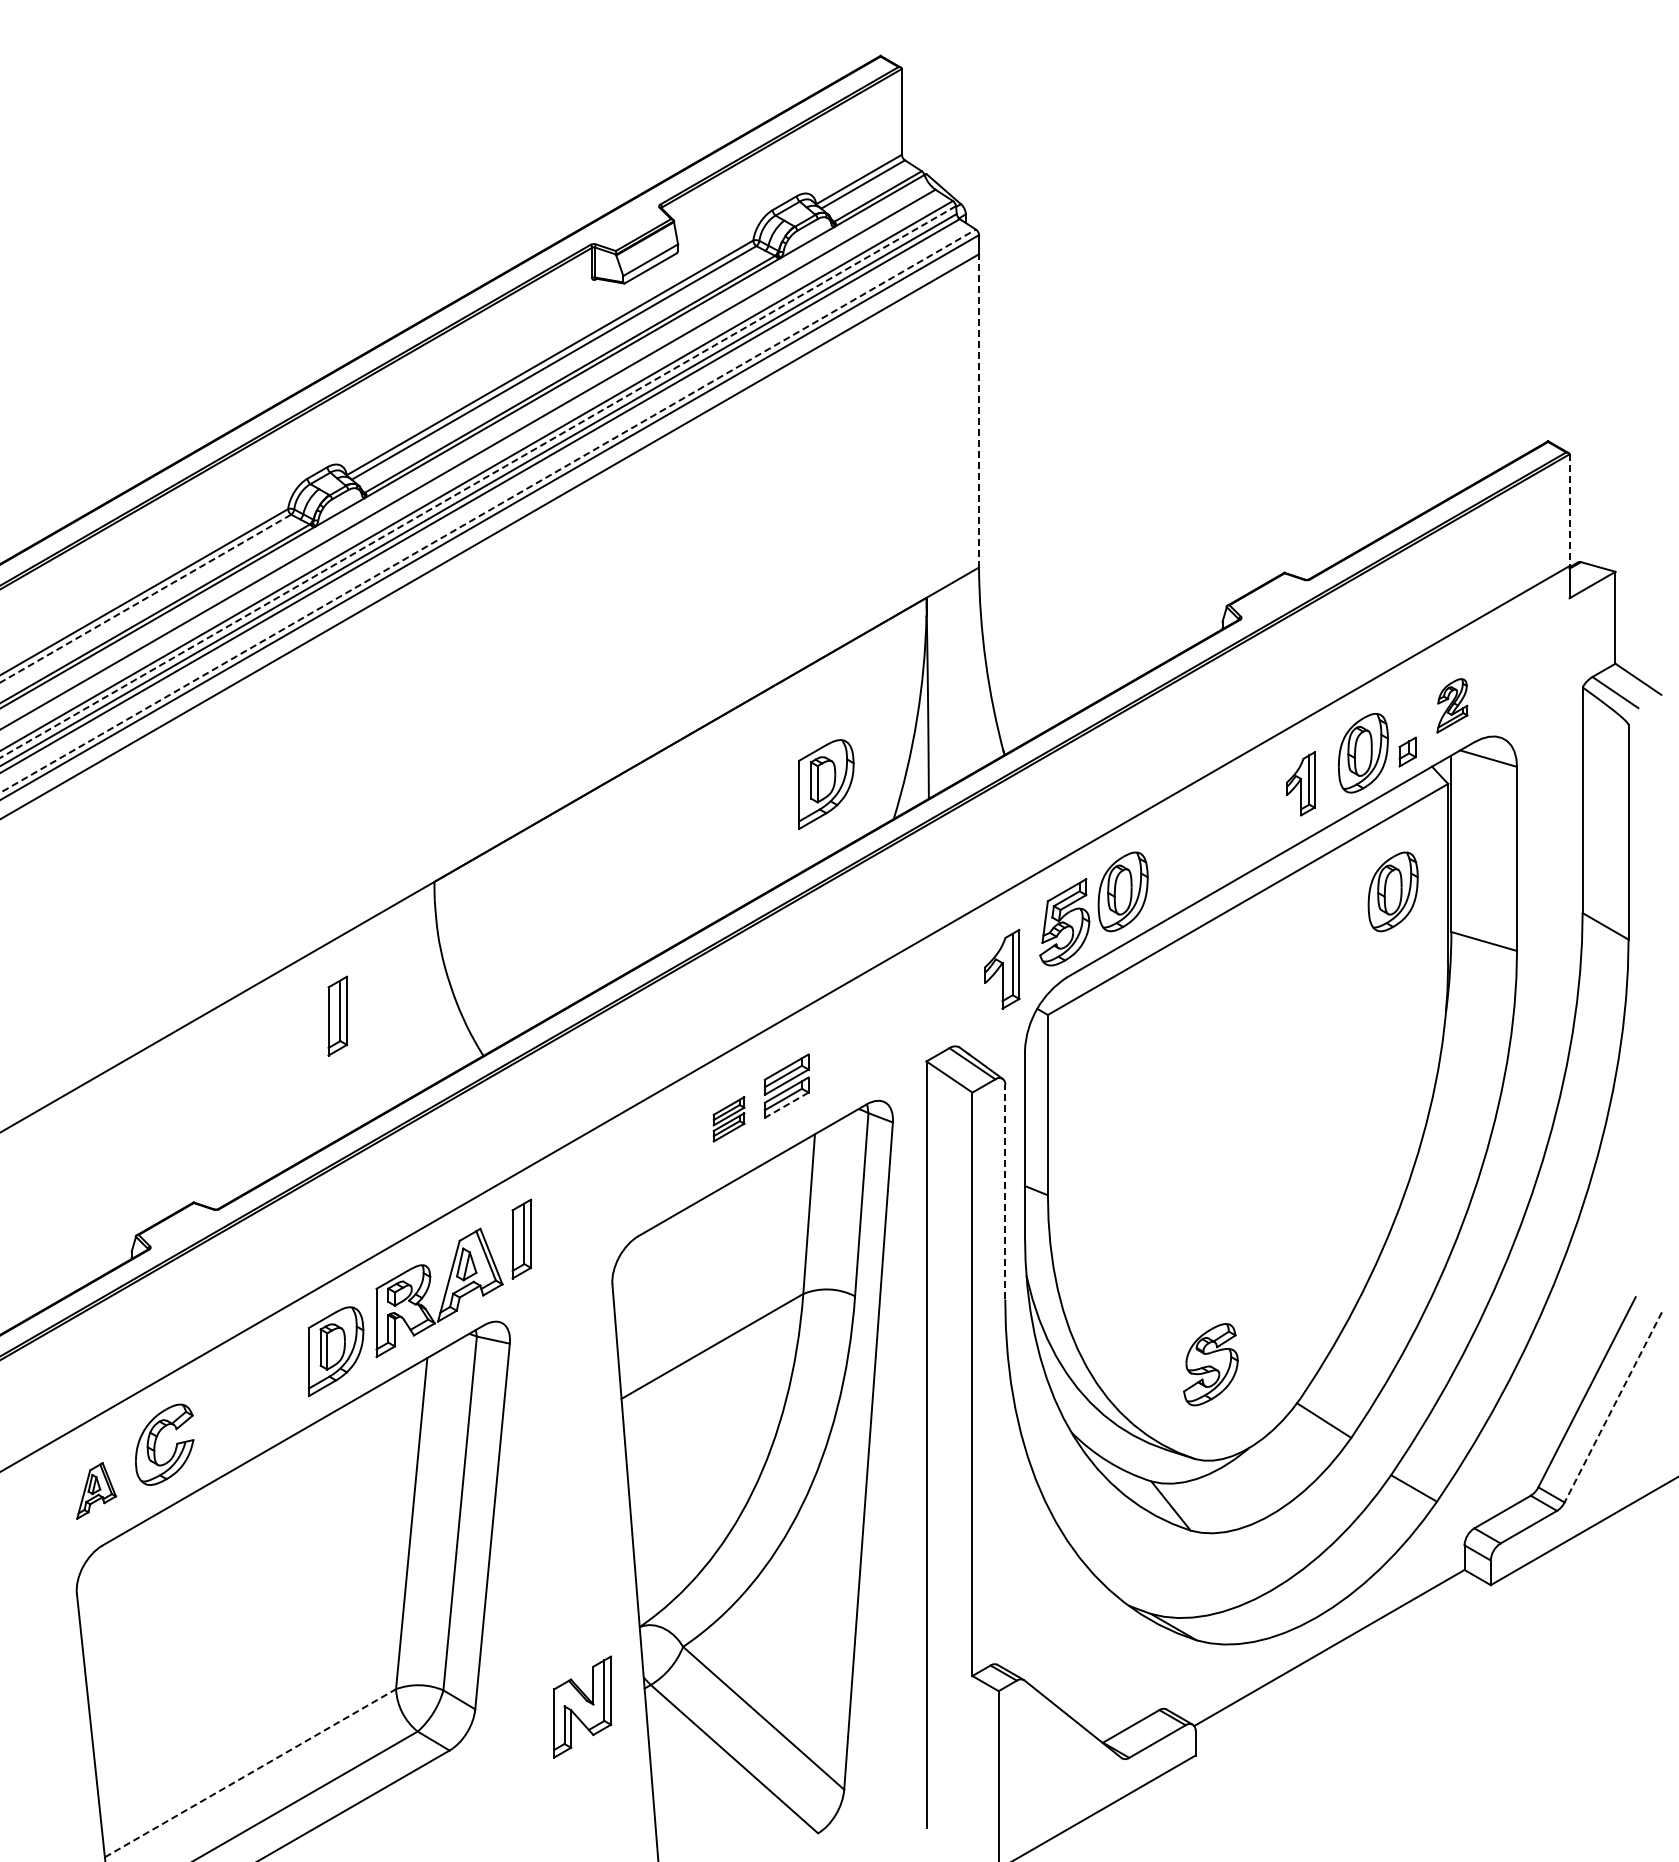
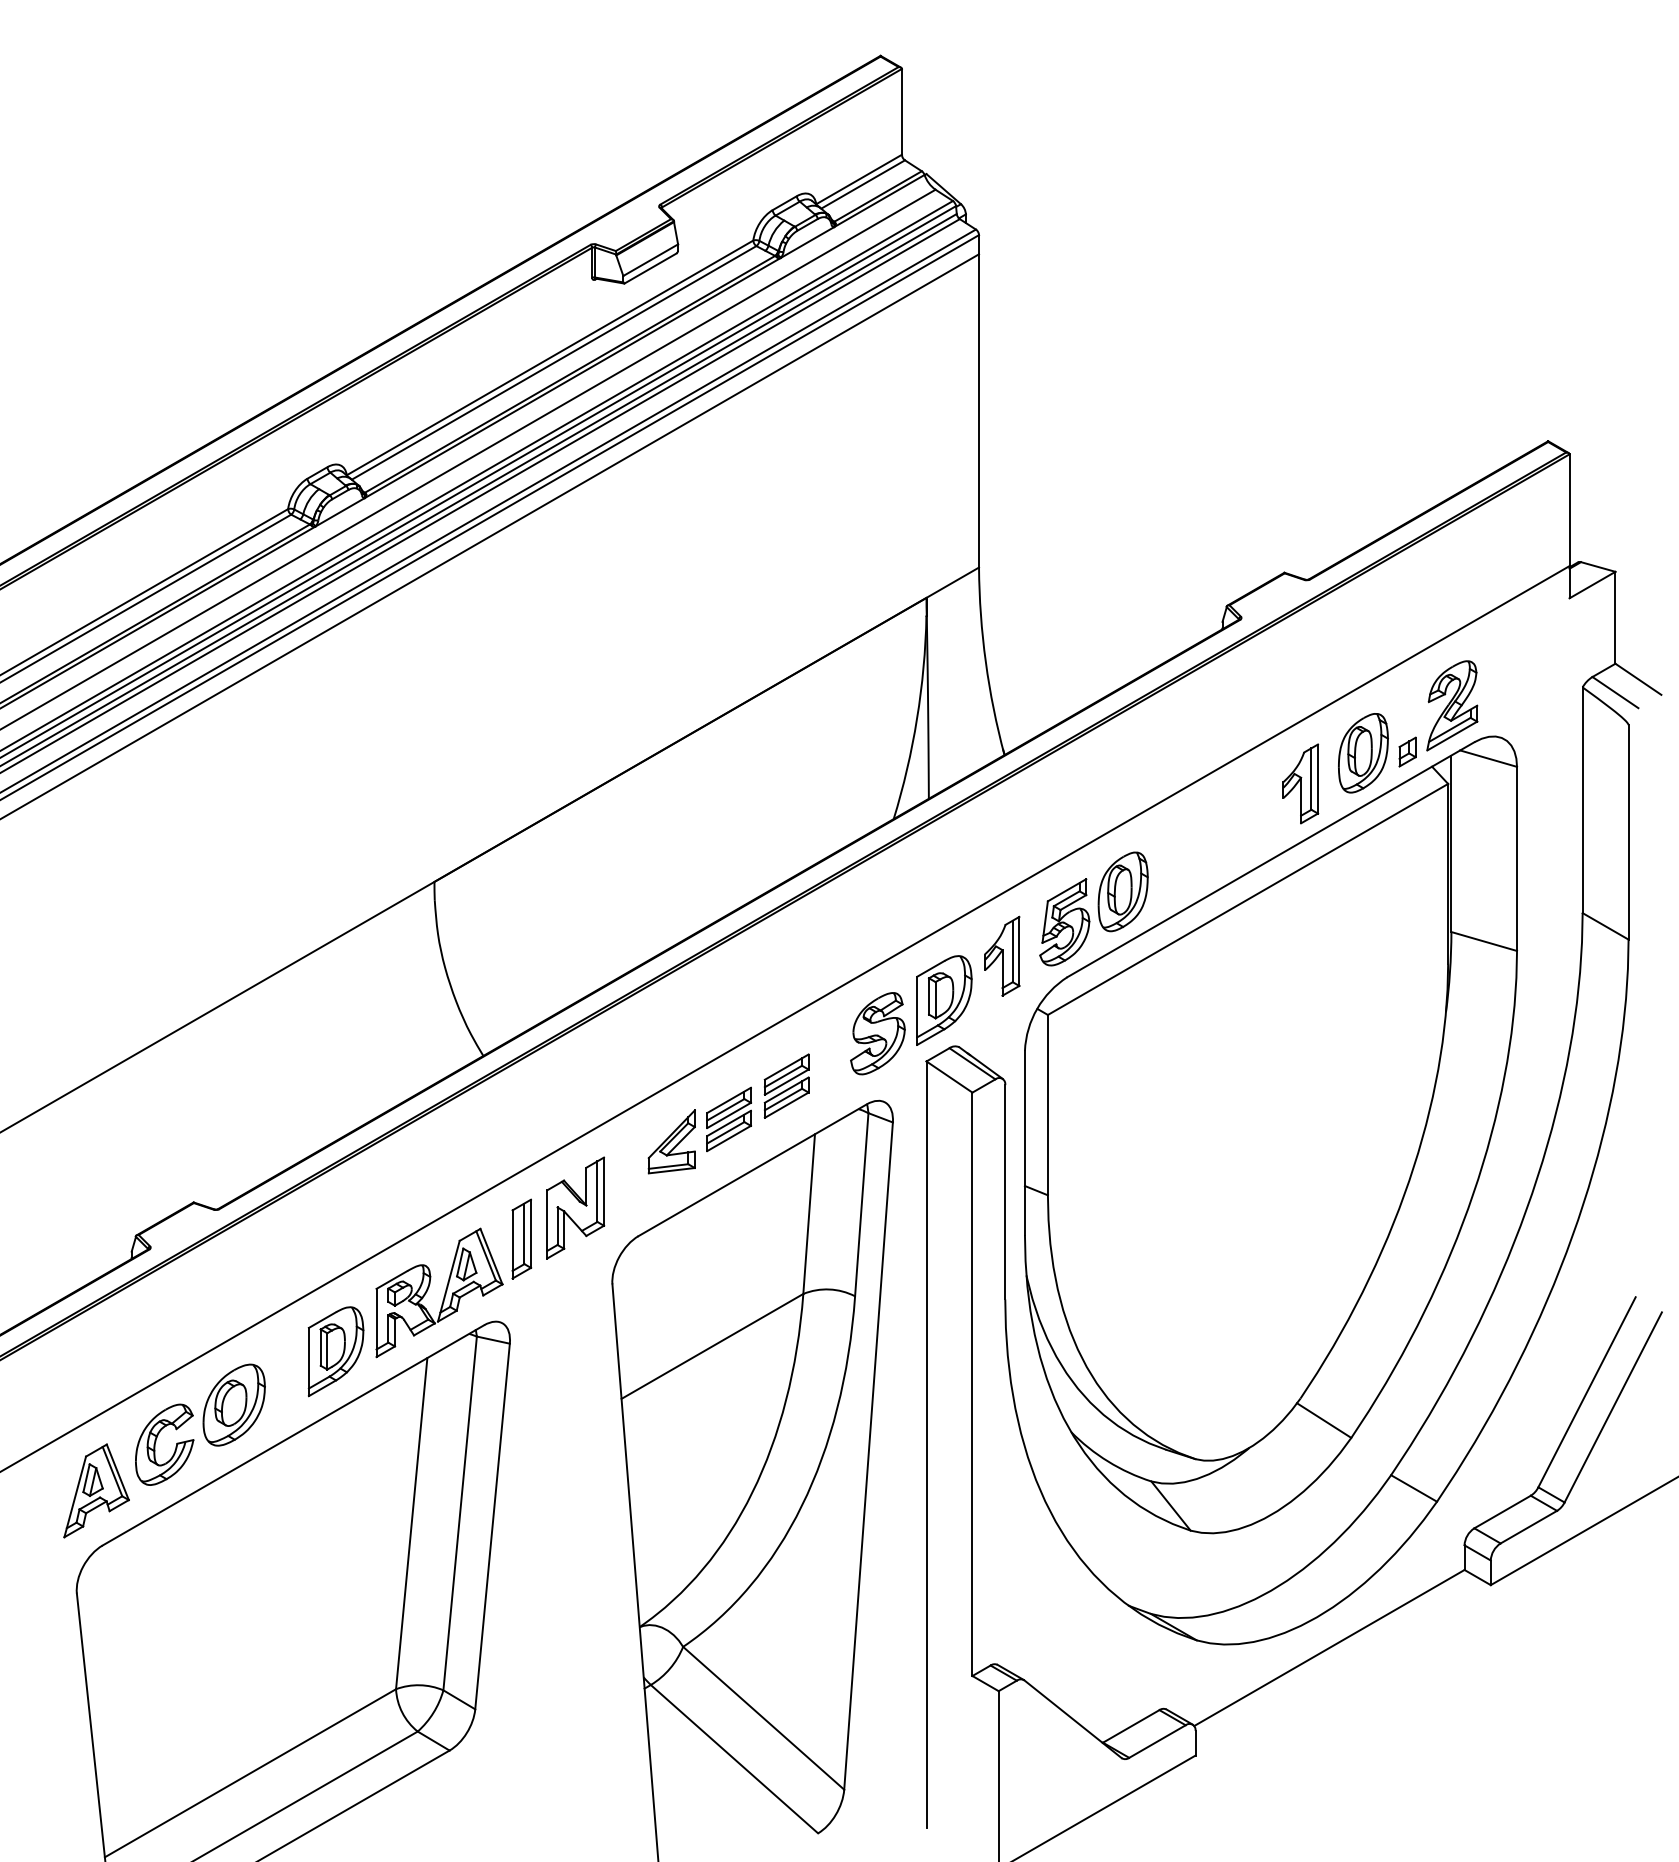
line at (979, 410): dashed -> solid
line at (478, 481): dashed -> solid
line at (488, 510): dashed -> solid
line at (1569, 510): dashed -> solid
line at (145, 598): dashed -> solid
part at (1452, 705) size: 33x56 px -> 53x92 px
part at (1300, 783) size: 30x66 px -> 38x82 px
part at (826, 784) position: (826, 784) -> (944, 1000)
part at (1392, 891): present -> none
part at (1002, 968) position: (1002, 968) -> (1002, 955)
part at (337, 1015): present -> none
line at (786, 1105): dashed -> solid
part at (728, 1119) size: 34x47 px -> 46x66 px
part at (671, 1141): none -> present
line at (1005, 1191): dashed -> solid
part at (1210, 1364) position: (1210, 1364) -> (877, 1033)
part at (233, 1404): none -> present
line at (1613, 1407): dashed -> solid
part at (96, 1490) size: 42x58 px -> 67x96 px
part at (582, 1706) position: (582, 1706) -> (575, 1207)
line at (250, 1773): dashed -> solid
